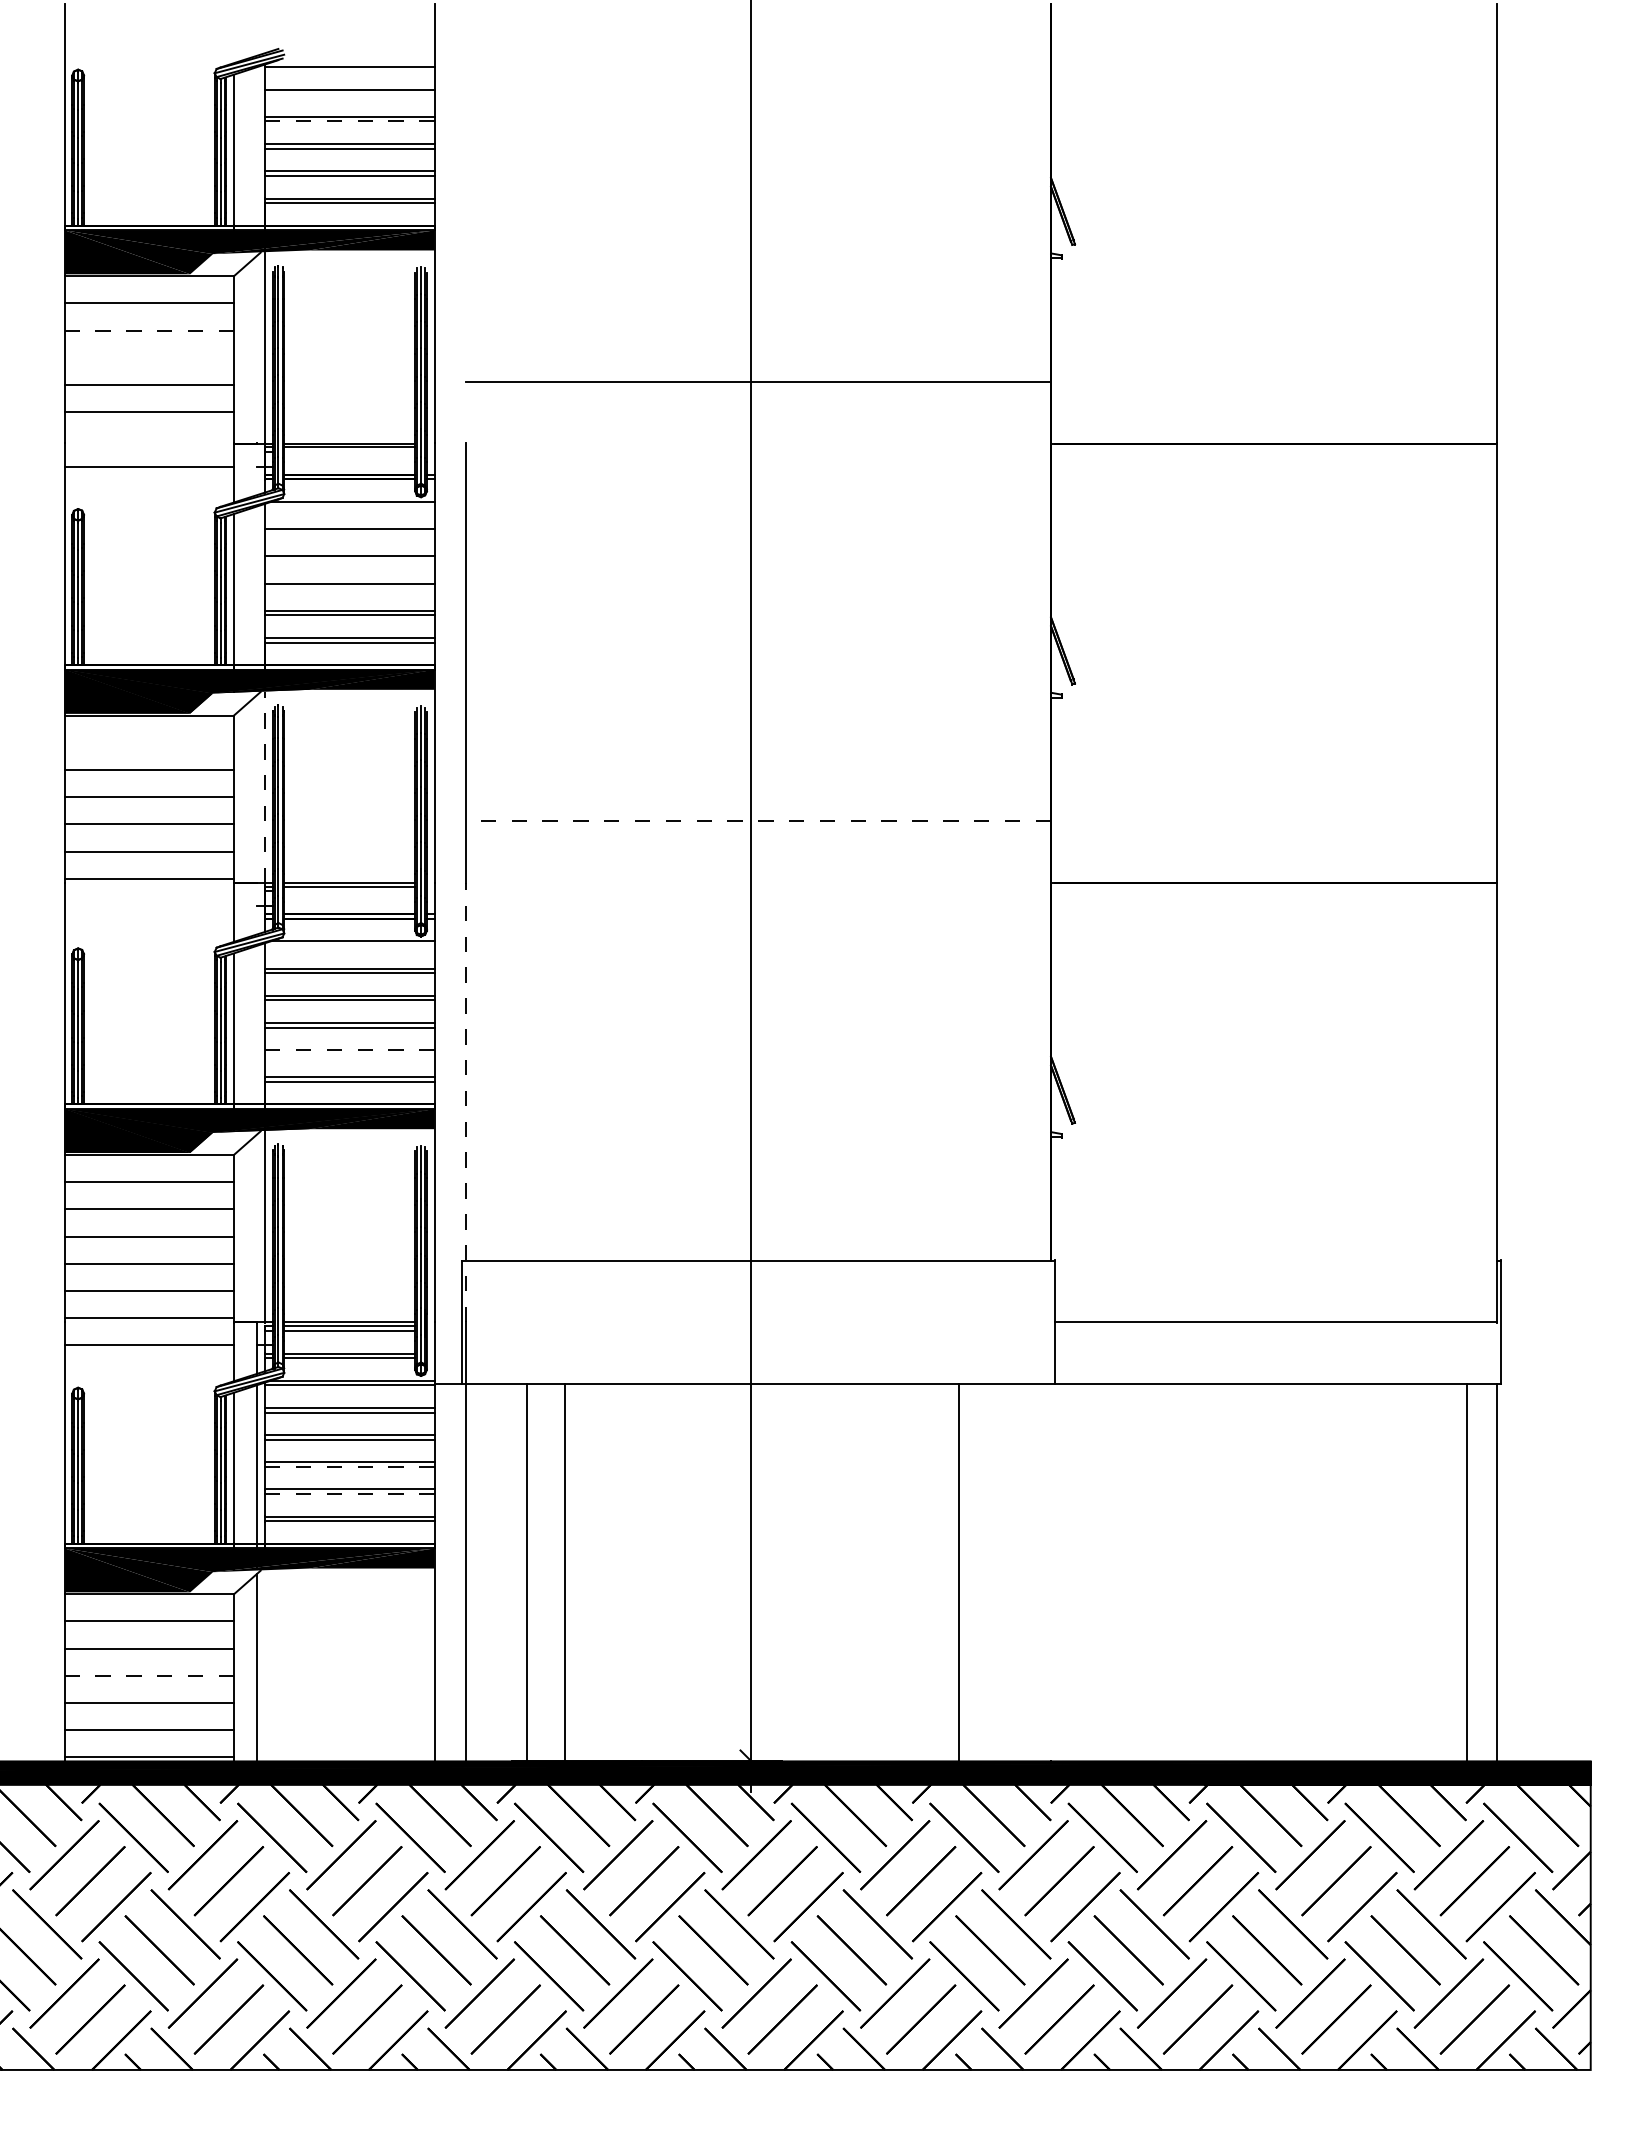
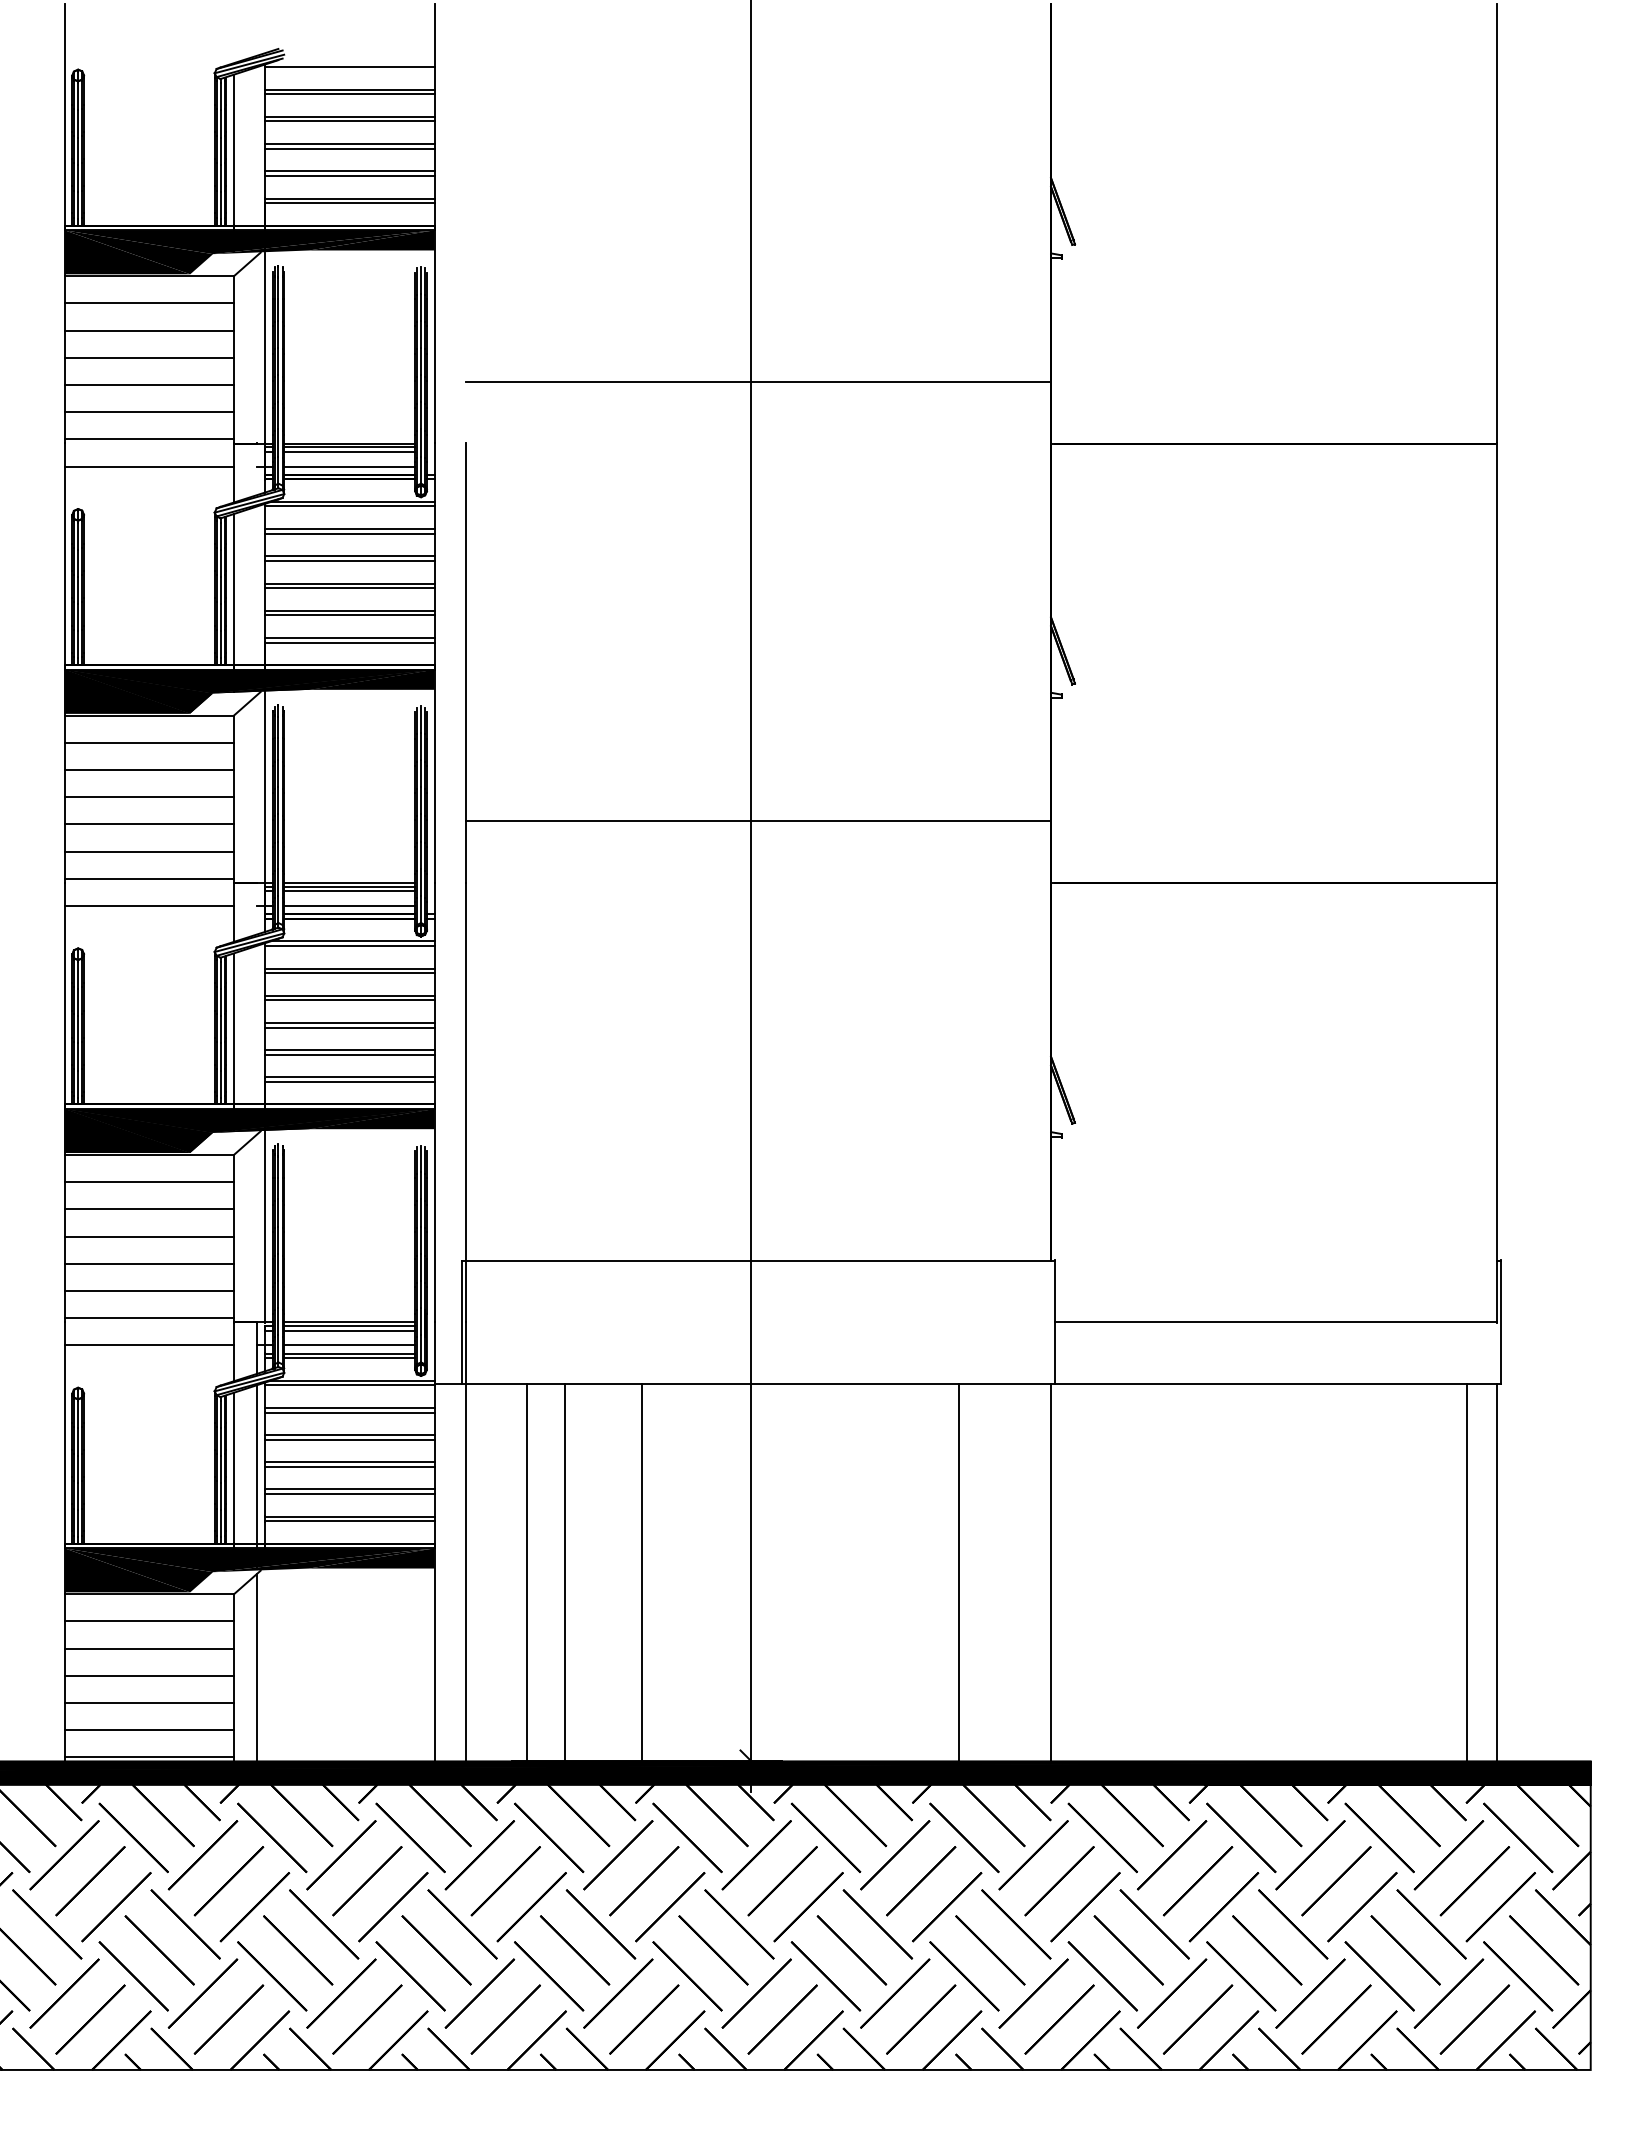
line at (349, 94): none -> present
line at (349, 121): dashed -> solid
line at (149, 330): dashed -> solid
line at (149, 357): none -> present
line at (149, 439): none -> present
line at (349, 452): none -> present
line at (349, 466): none -> present
line at (349, 506): none -> present
line at (349, 533): none -> present
line at (349, 560): none -> present
line at (349, 588): none -> present
line at (149, 742): none -> present
line at (264, 786): dashed -> solid
line at (758, 821): dashed -> solid
line at (349, 891): none -> present
line at (149, 906): none -> present
line at (349, 906): none -> present
line at (349, 945): none -> present
line at (349, 1049): dashed -> solid
line at (349, 1054): none -> present
line at (465, 1102): dashed -> solid
line at (349, 1345): none -> present
line at (349, 1466): dashed -> solid
line at (349, 1493): dashed -> solid
line at (642, 1572): none -> present
line at (1051, 1572): none -> present
line at (149, 1676): dashed -> solid
